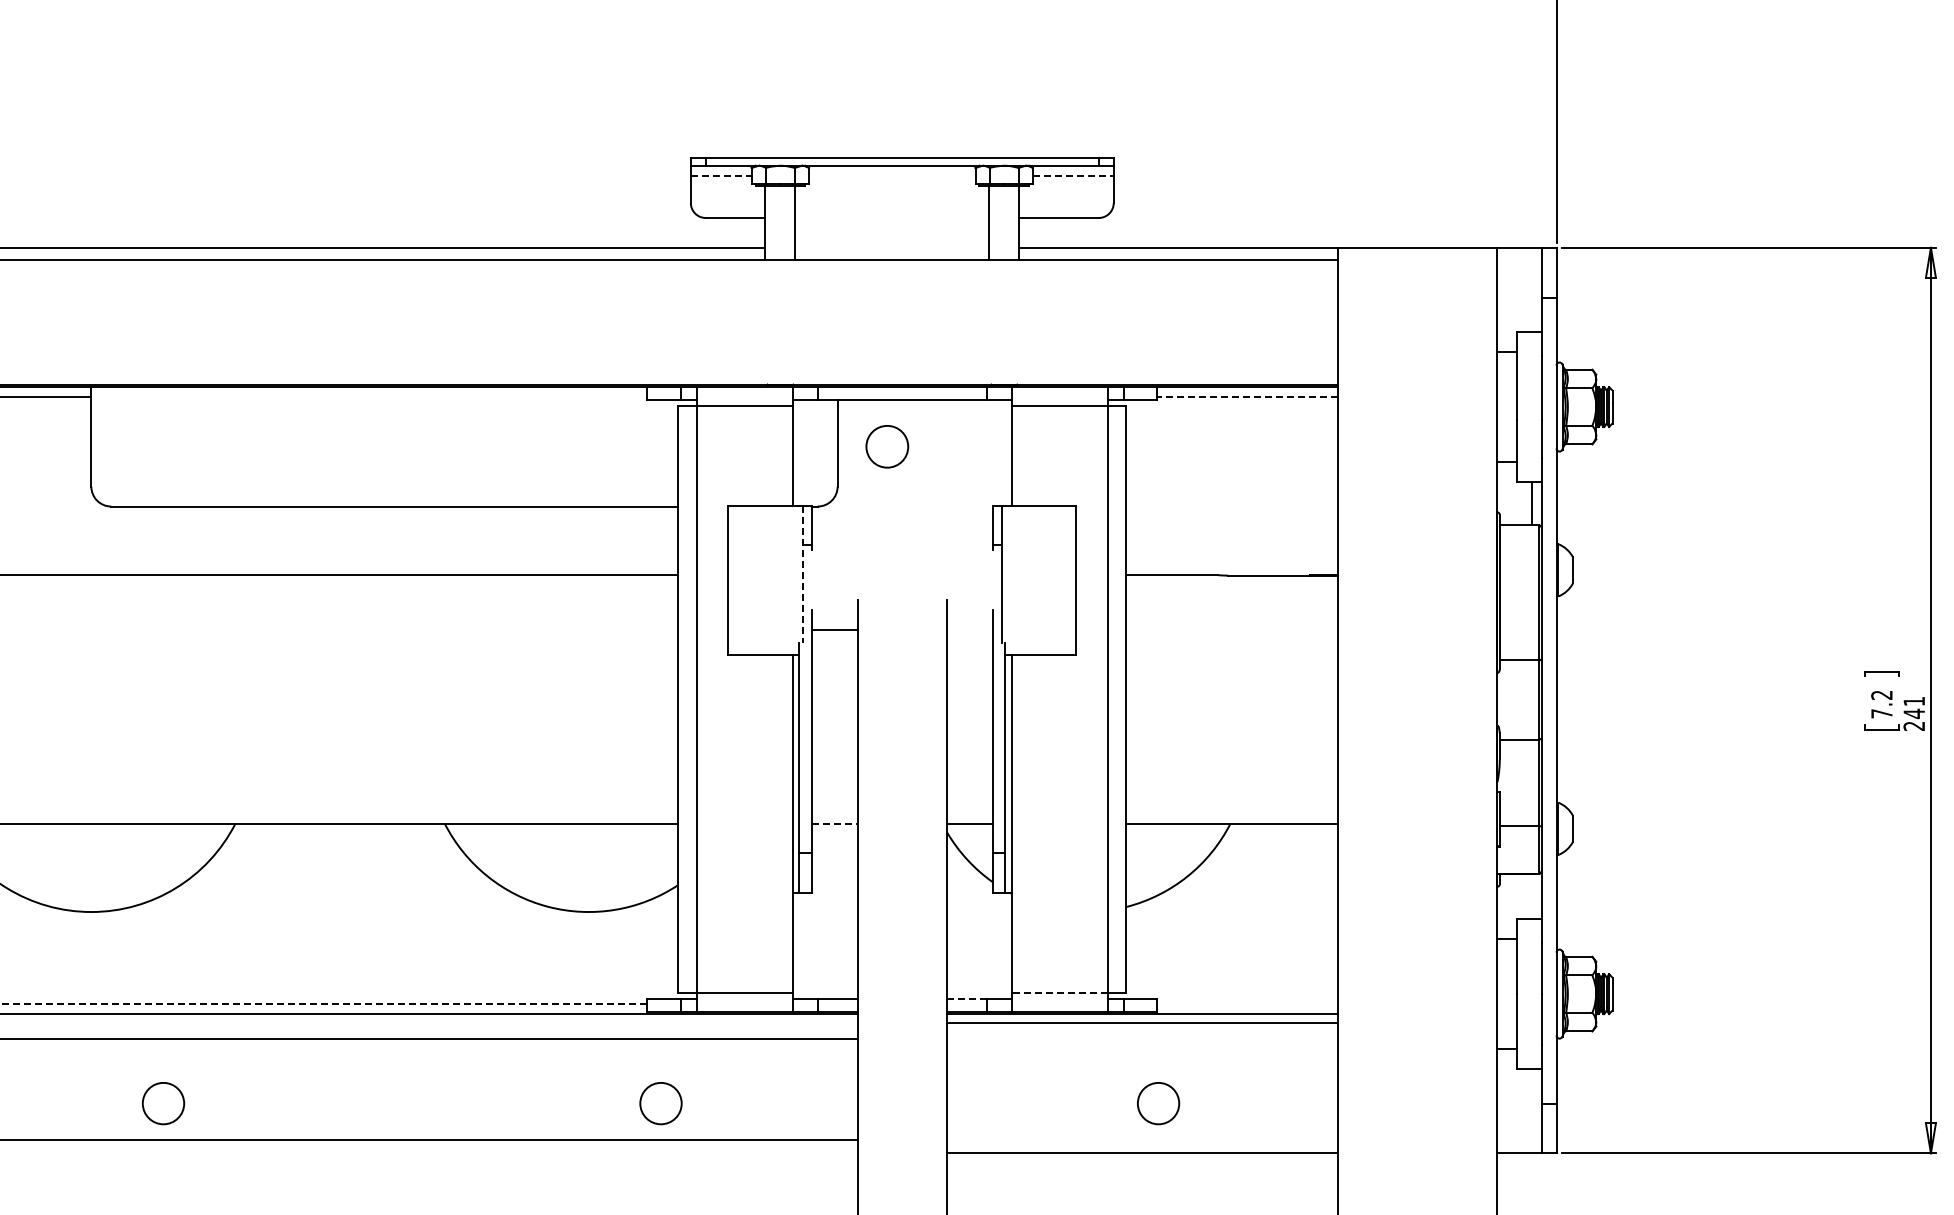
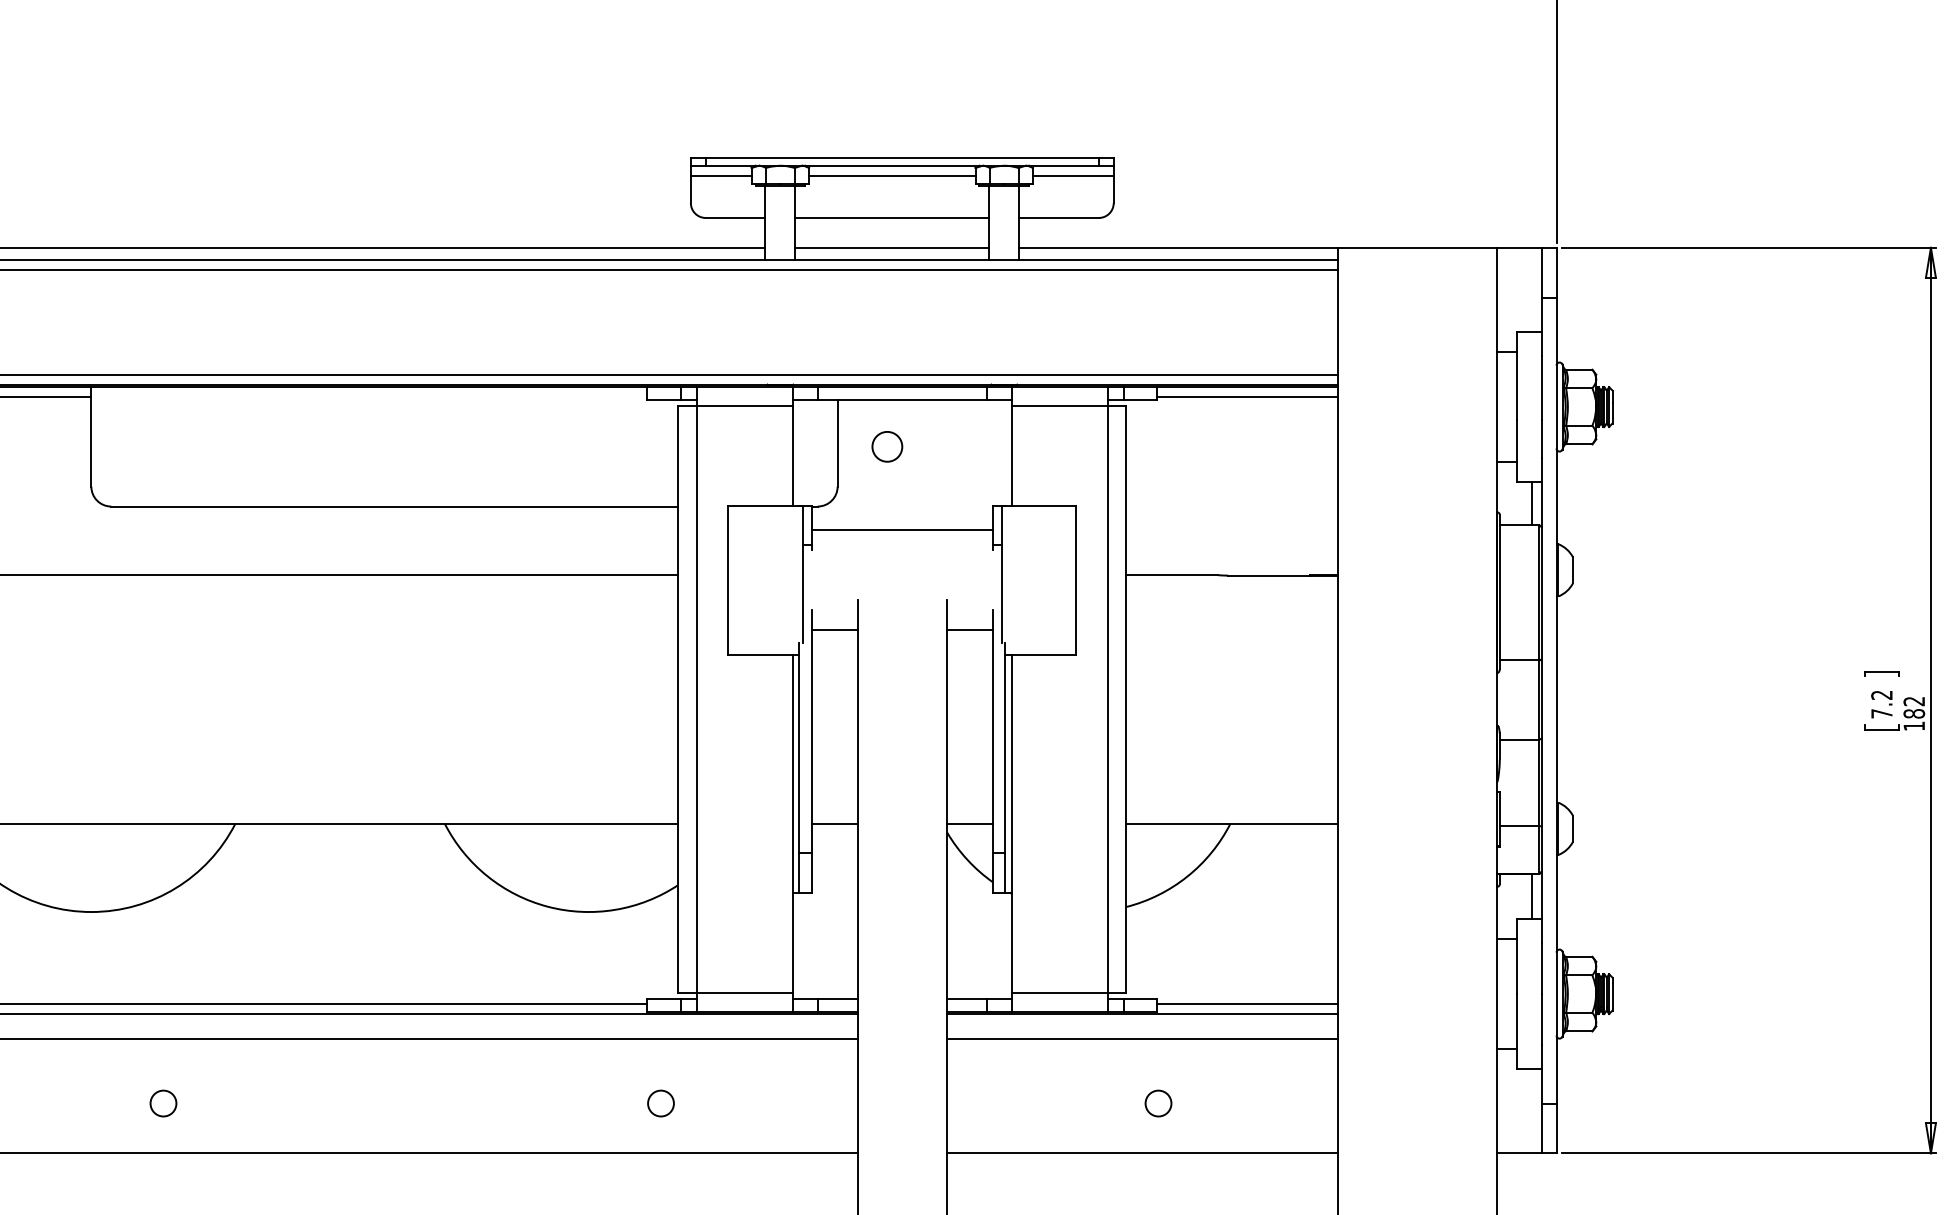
line at (721, 175): dashed -> solid
line at (892, 175): none -> present
line at (1073, 175): dashed -> solid
line at (892, 217): none -> present
line at (892, 247): none -> present
line at (669, 270): none -> present
line at (669, 374): none -> present
line at (1246, 397): dashed -> solid
circle at (887, 446) size: 45x44 px -> 33x32 px
line at (901, 530): none -> present
line at (802, 574): dashed -> solid
line at (969, 629): none -> present
text at (1914, 713): 241 -> 182
line at (834, 823): dashed -> solid
line at (1531, 896): none -> present
line at (1059, 992): dashed -> solid
line at (966, 999): dashed -> solid
line at (323, 1004): dashed -> solid
line at (1247, 1004): none -> present
line at (1142, 1022) position: (1142, 1022) -> (1142, 1038)
circle at (163, 1103) size: 45x44 px -> 29x29 px
circle at (660, 1103) size: 44x44 px -> 28x29 px
circle at (1158, 1103) size: 44x44 px -> 29x29 px
line at (429, 1140) position: (429, 1140) -> (429, 1153)
